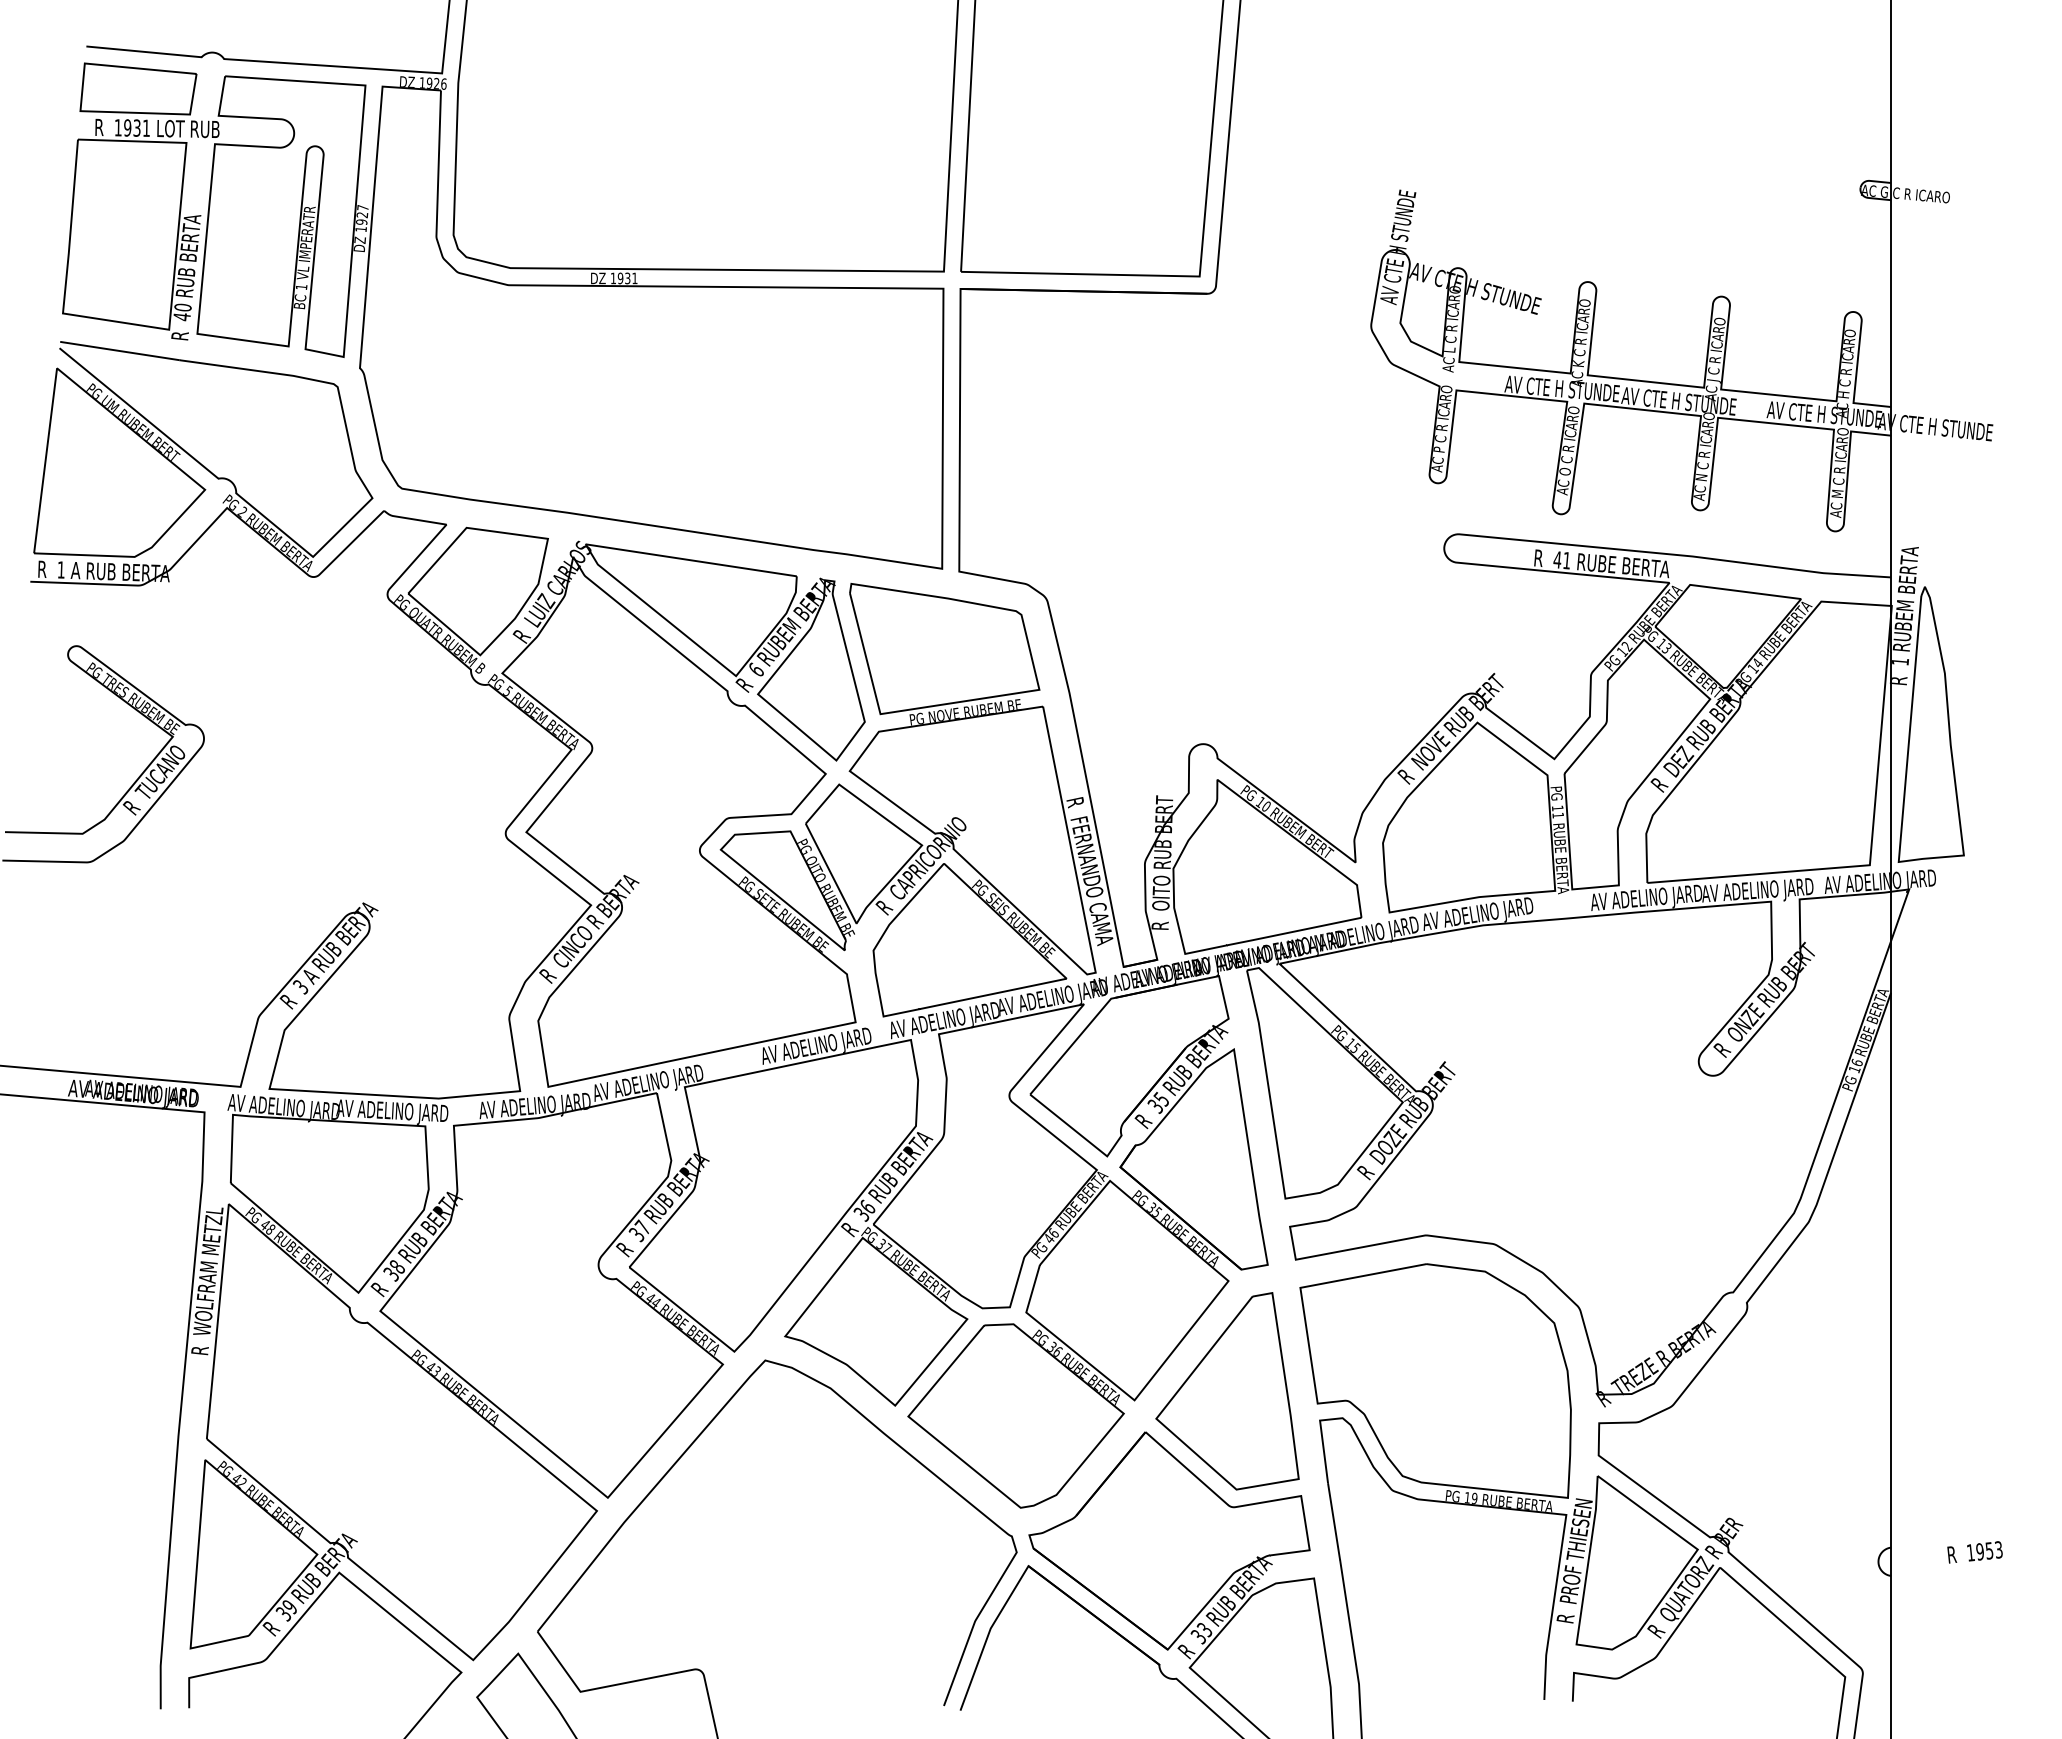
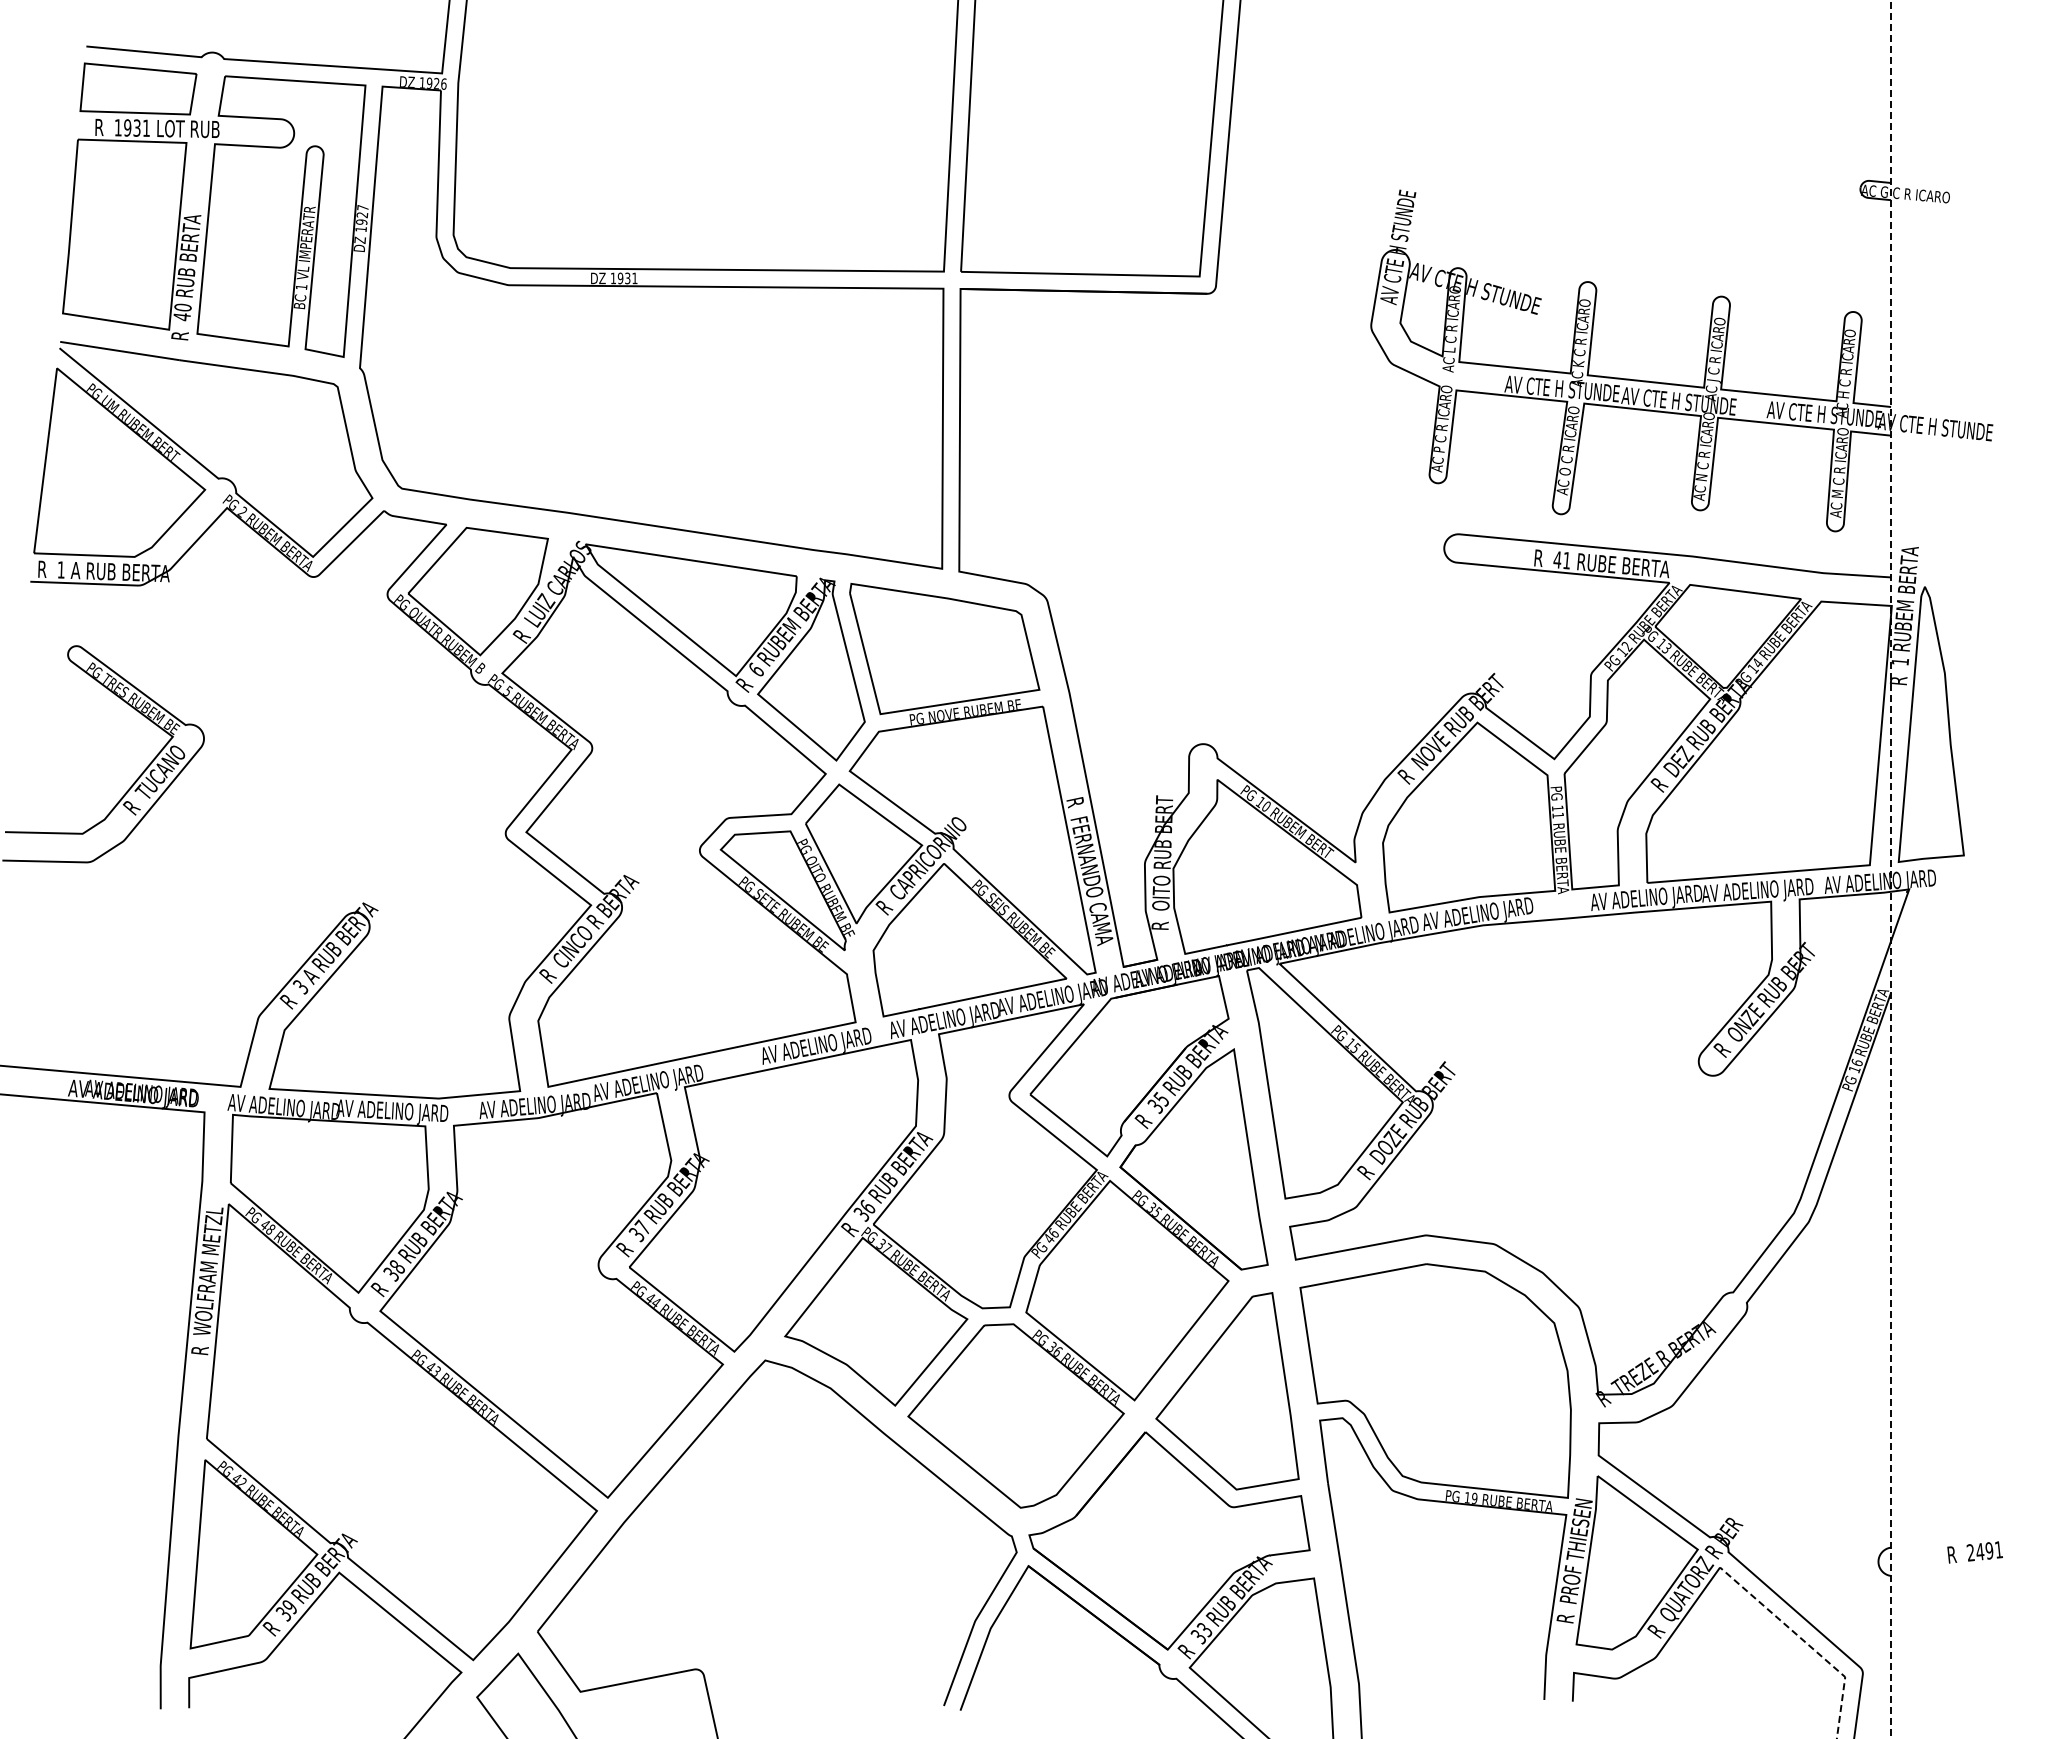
line at (1891, 869): solid -> dashed
text at (1984, 1551): 1953 -> 2491
line at (1806, 1642): solid -> dashed
